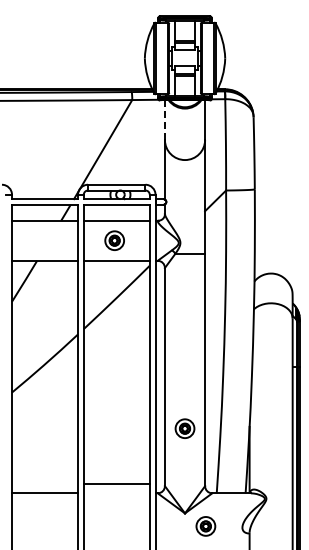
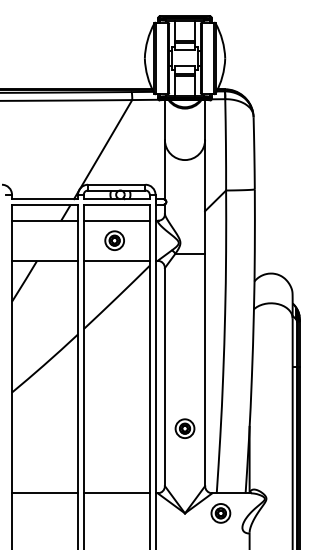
line at (164, 120): dashed -> solid
line at (116, 484) position: (116, 484) -> (116, 493)
part at (205, 526) position: (205, 526) -> (220, 513)
